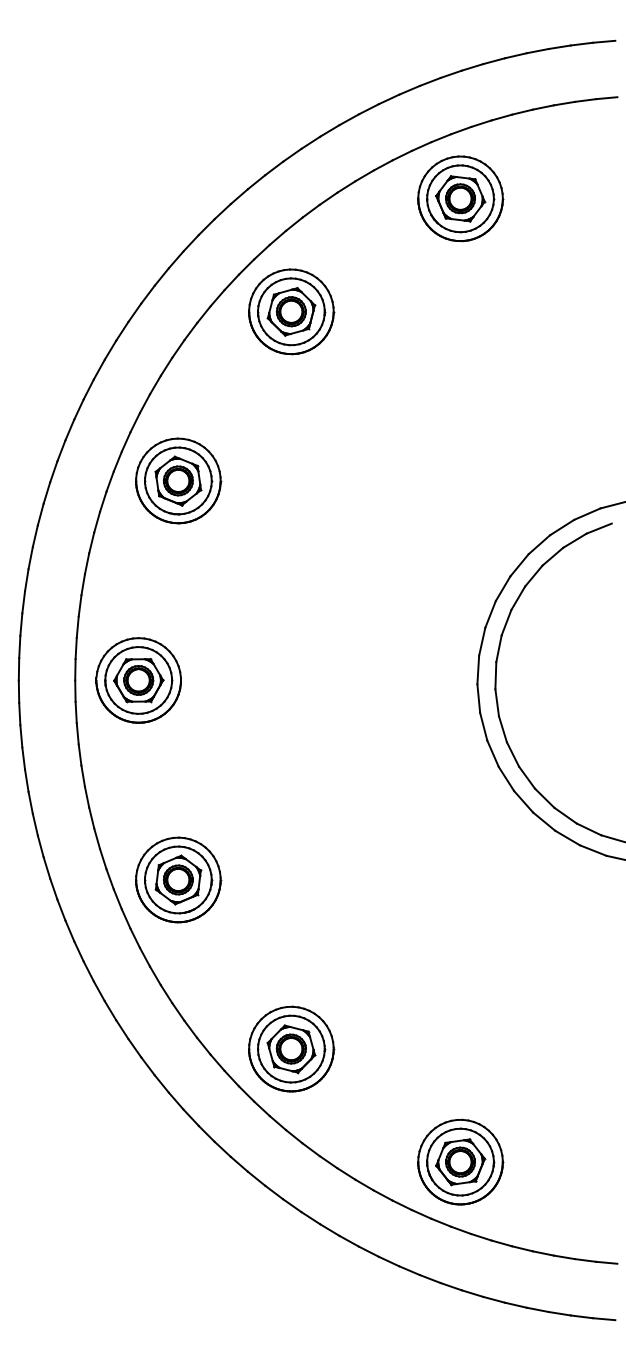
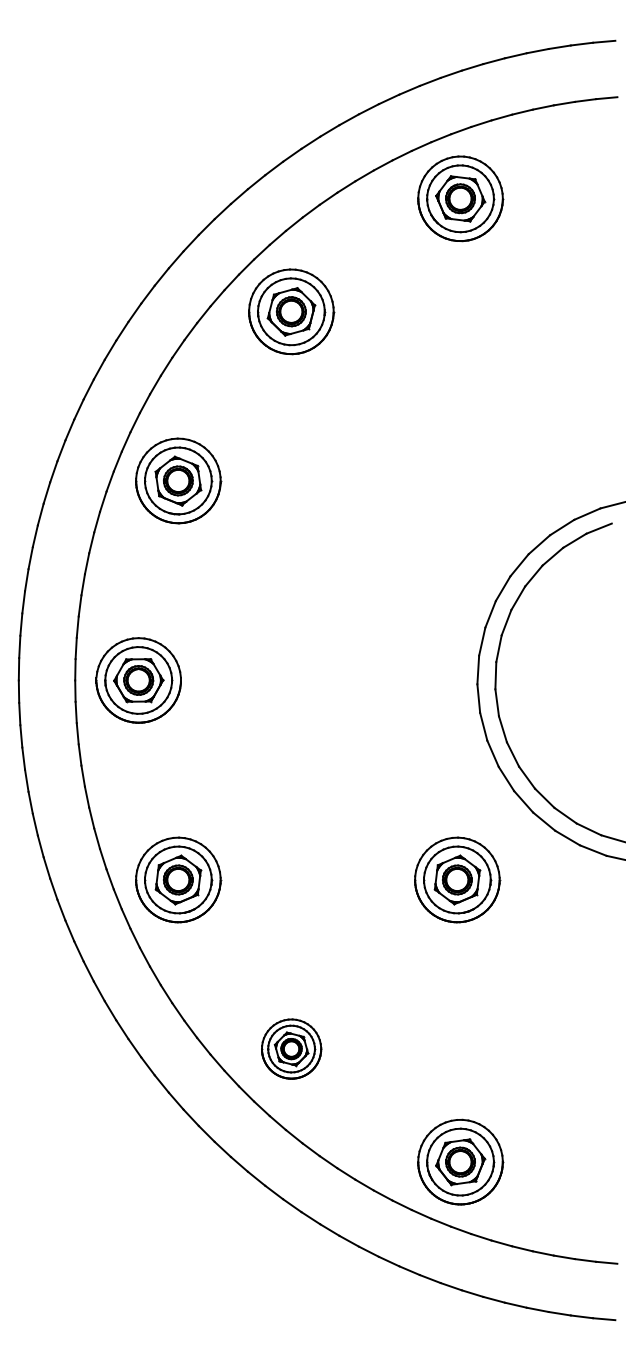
part at (457, 879): none -> present
part at (291, 1048) size: 88x88 px -> 62x62 px
